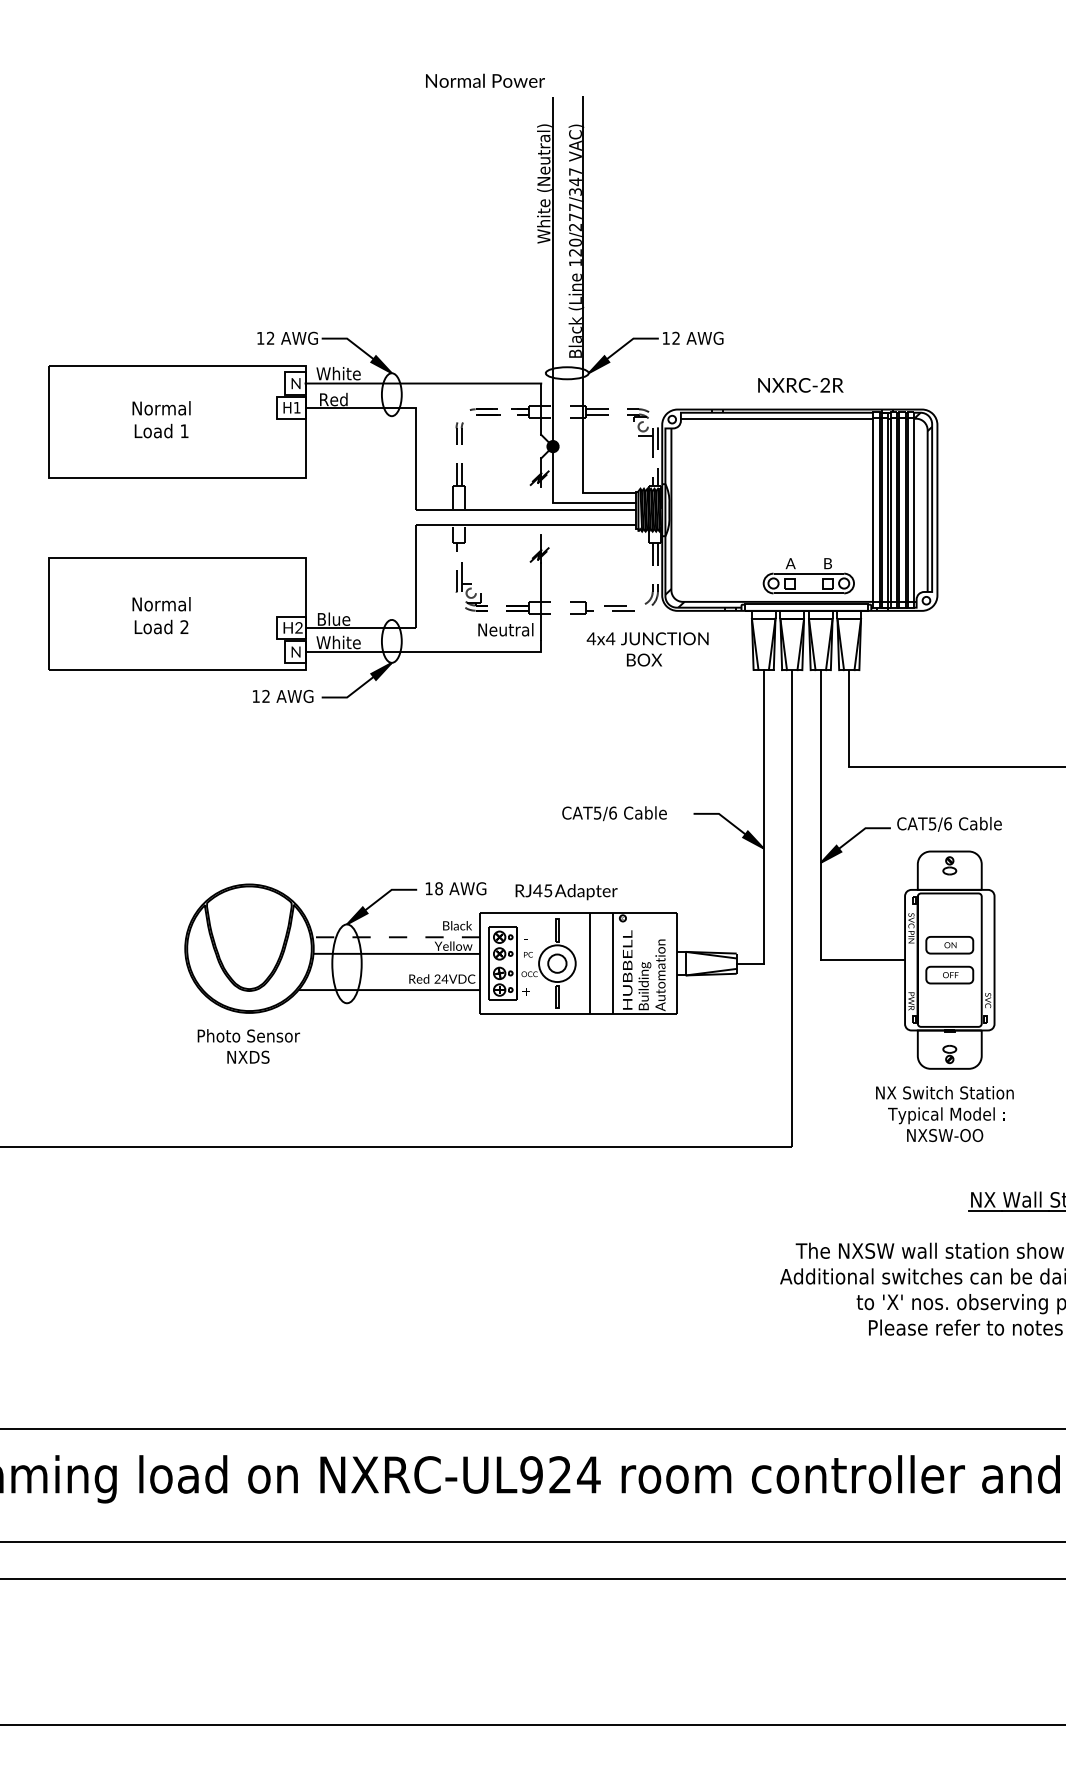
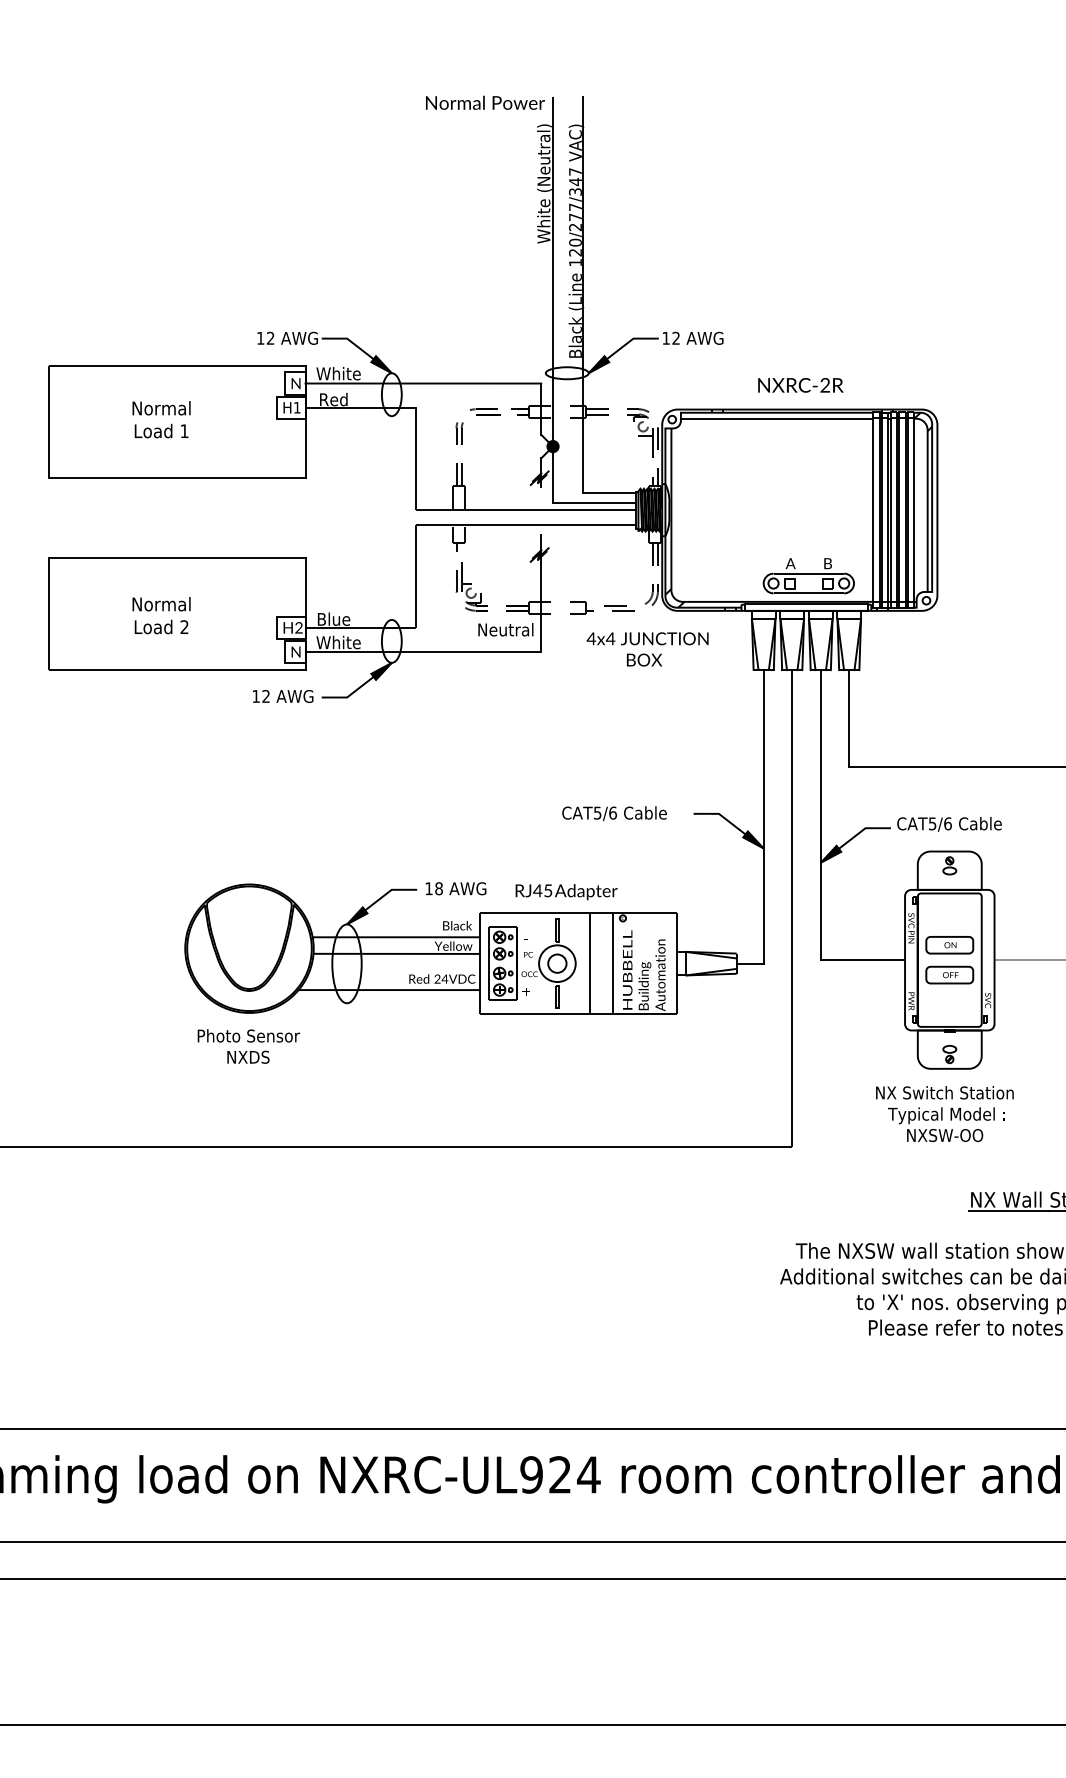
text at (485, 80) position: (485, 80) -> (485, 102)
line at (396, 937): dashed -> solid
line at (1028, 960): none -> present
